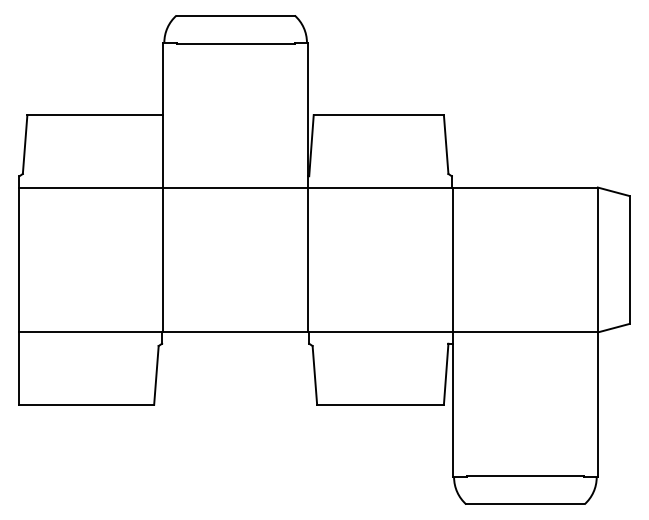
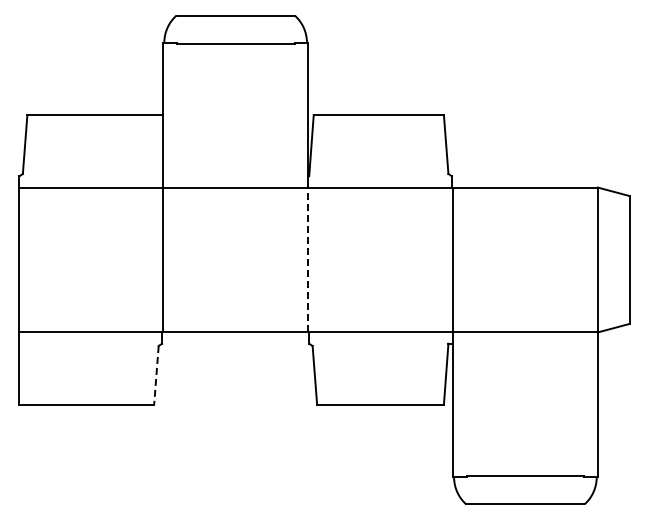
line at (308, 259): solid -> dashed
line at (156, 375): solid -> dashed
